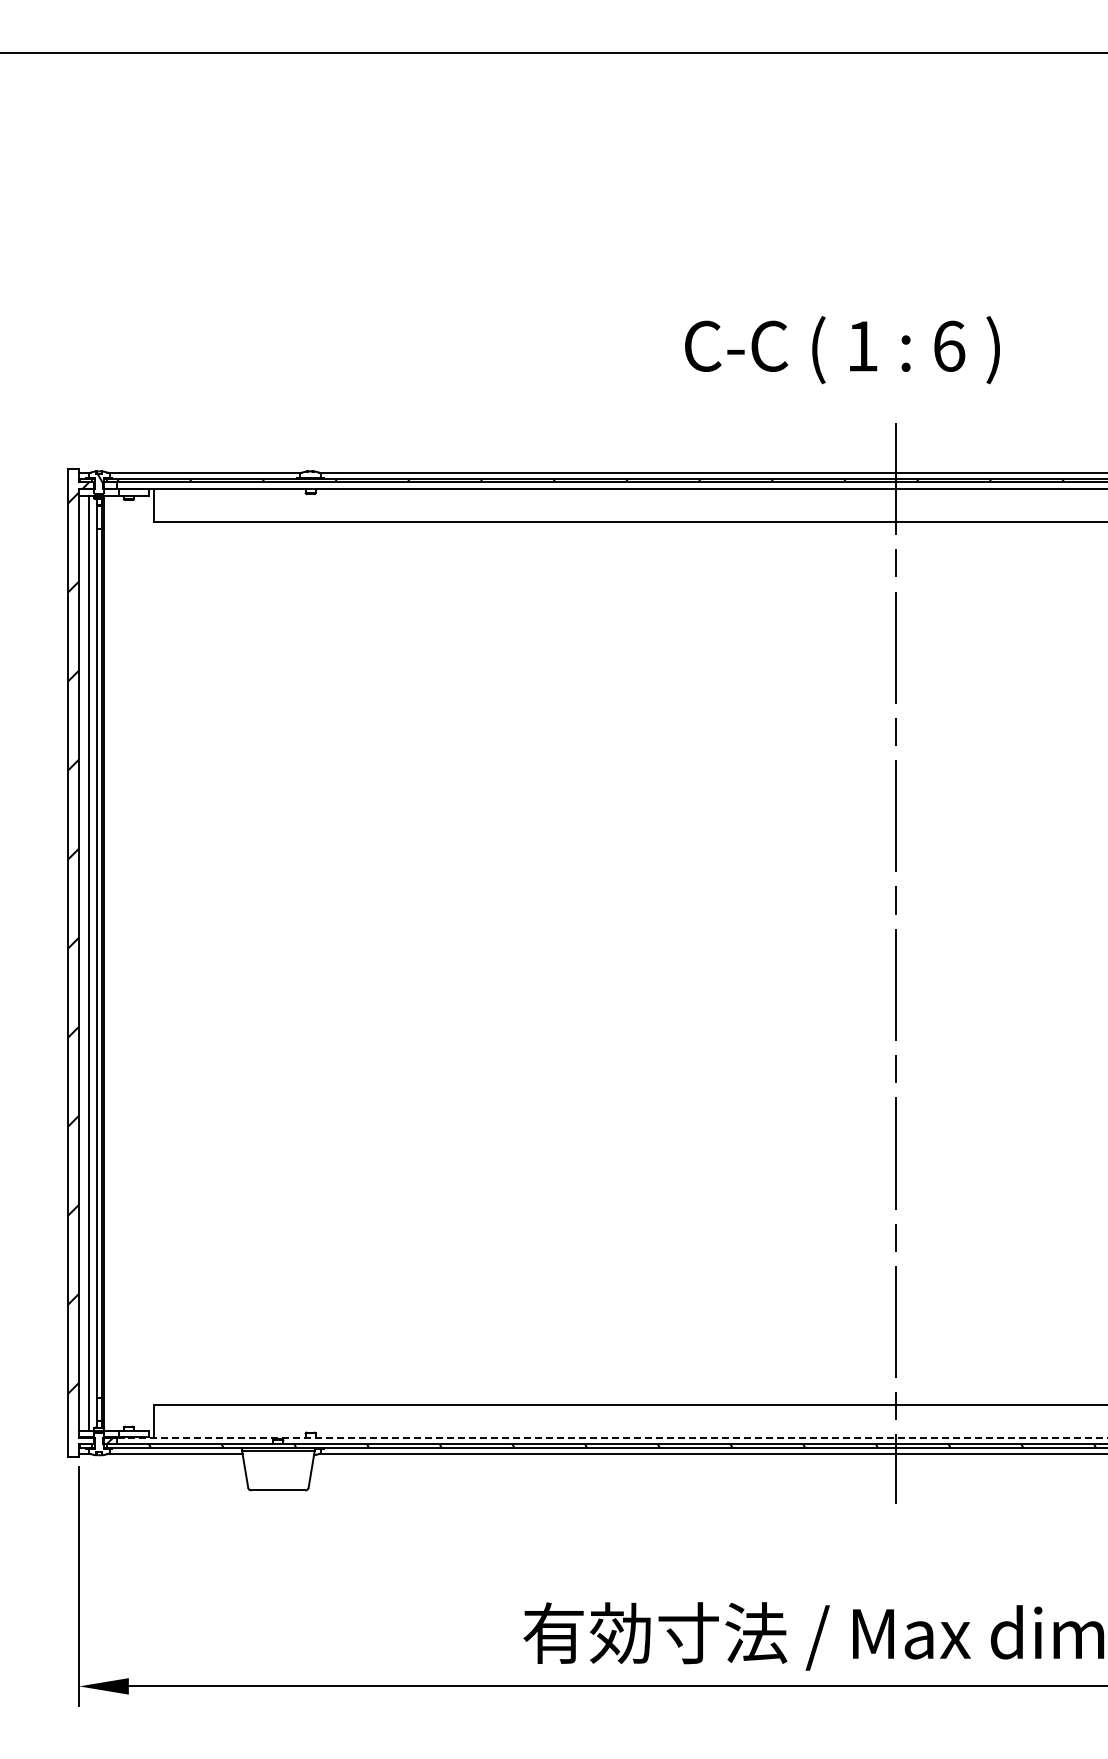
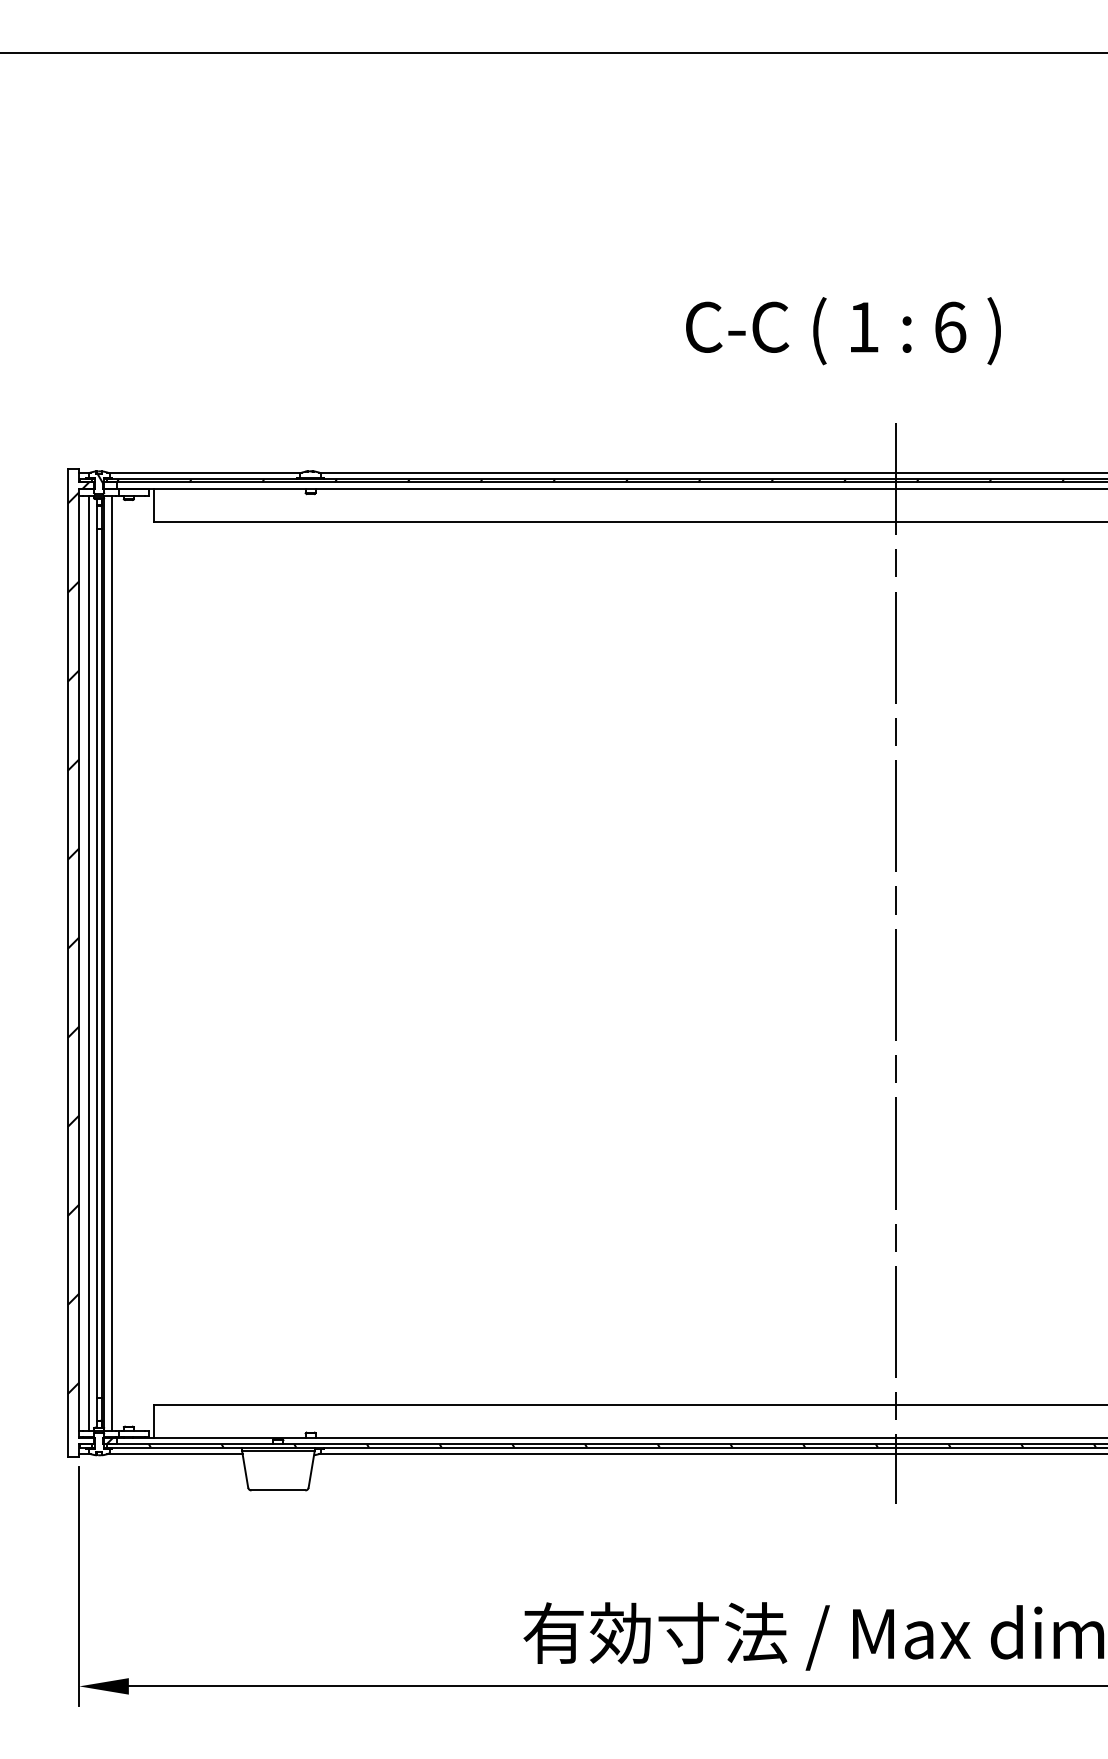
text at (842, 350) position: (842, 350) -> (843, 331)
line at (112, 963): none -> present
line at (612, 1437): dashed -> solid
